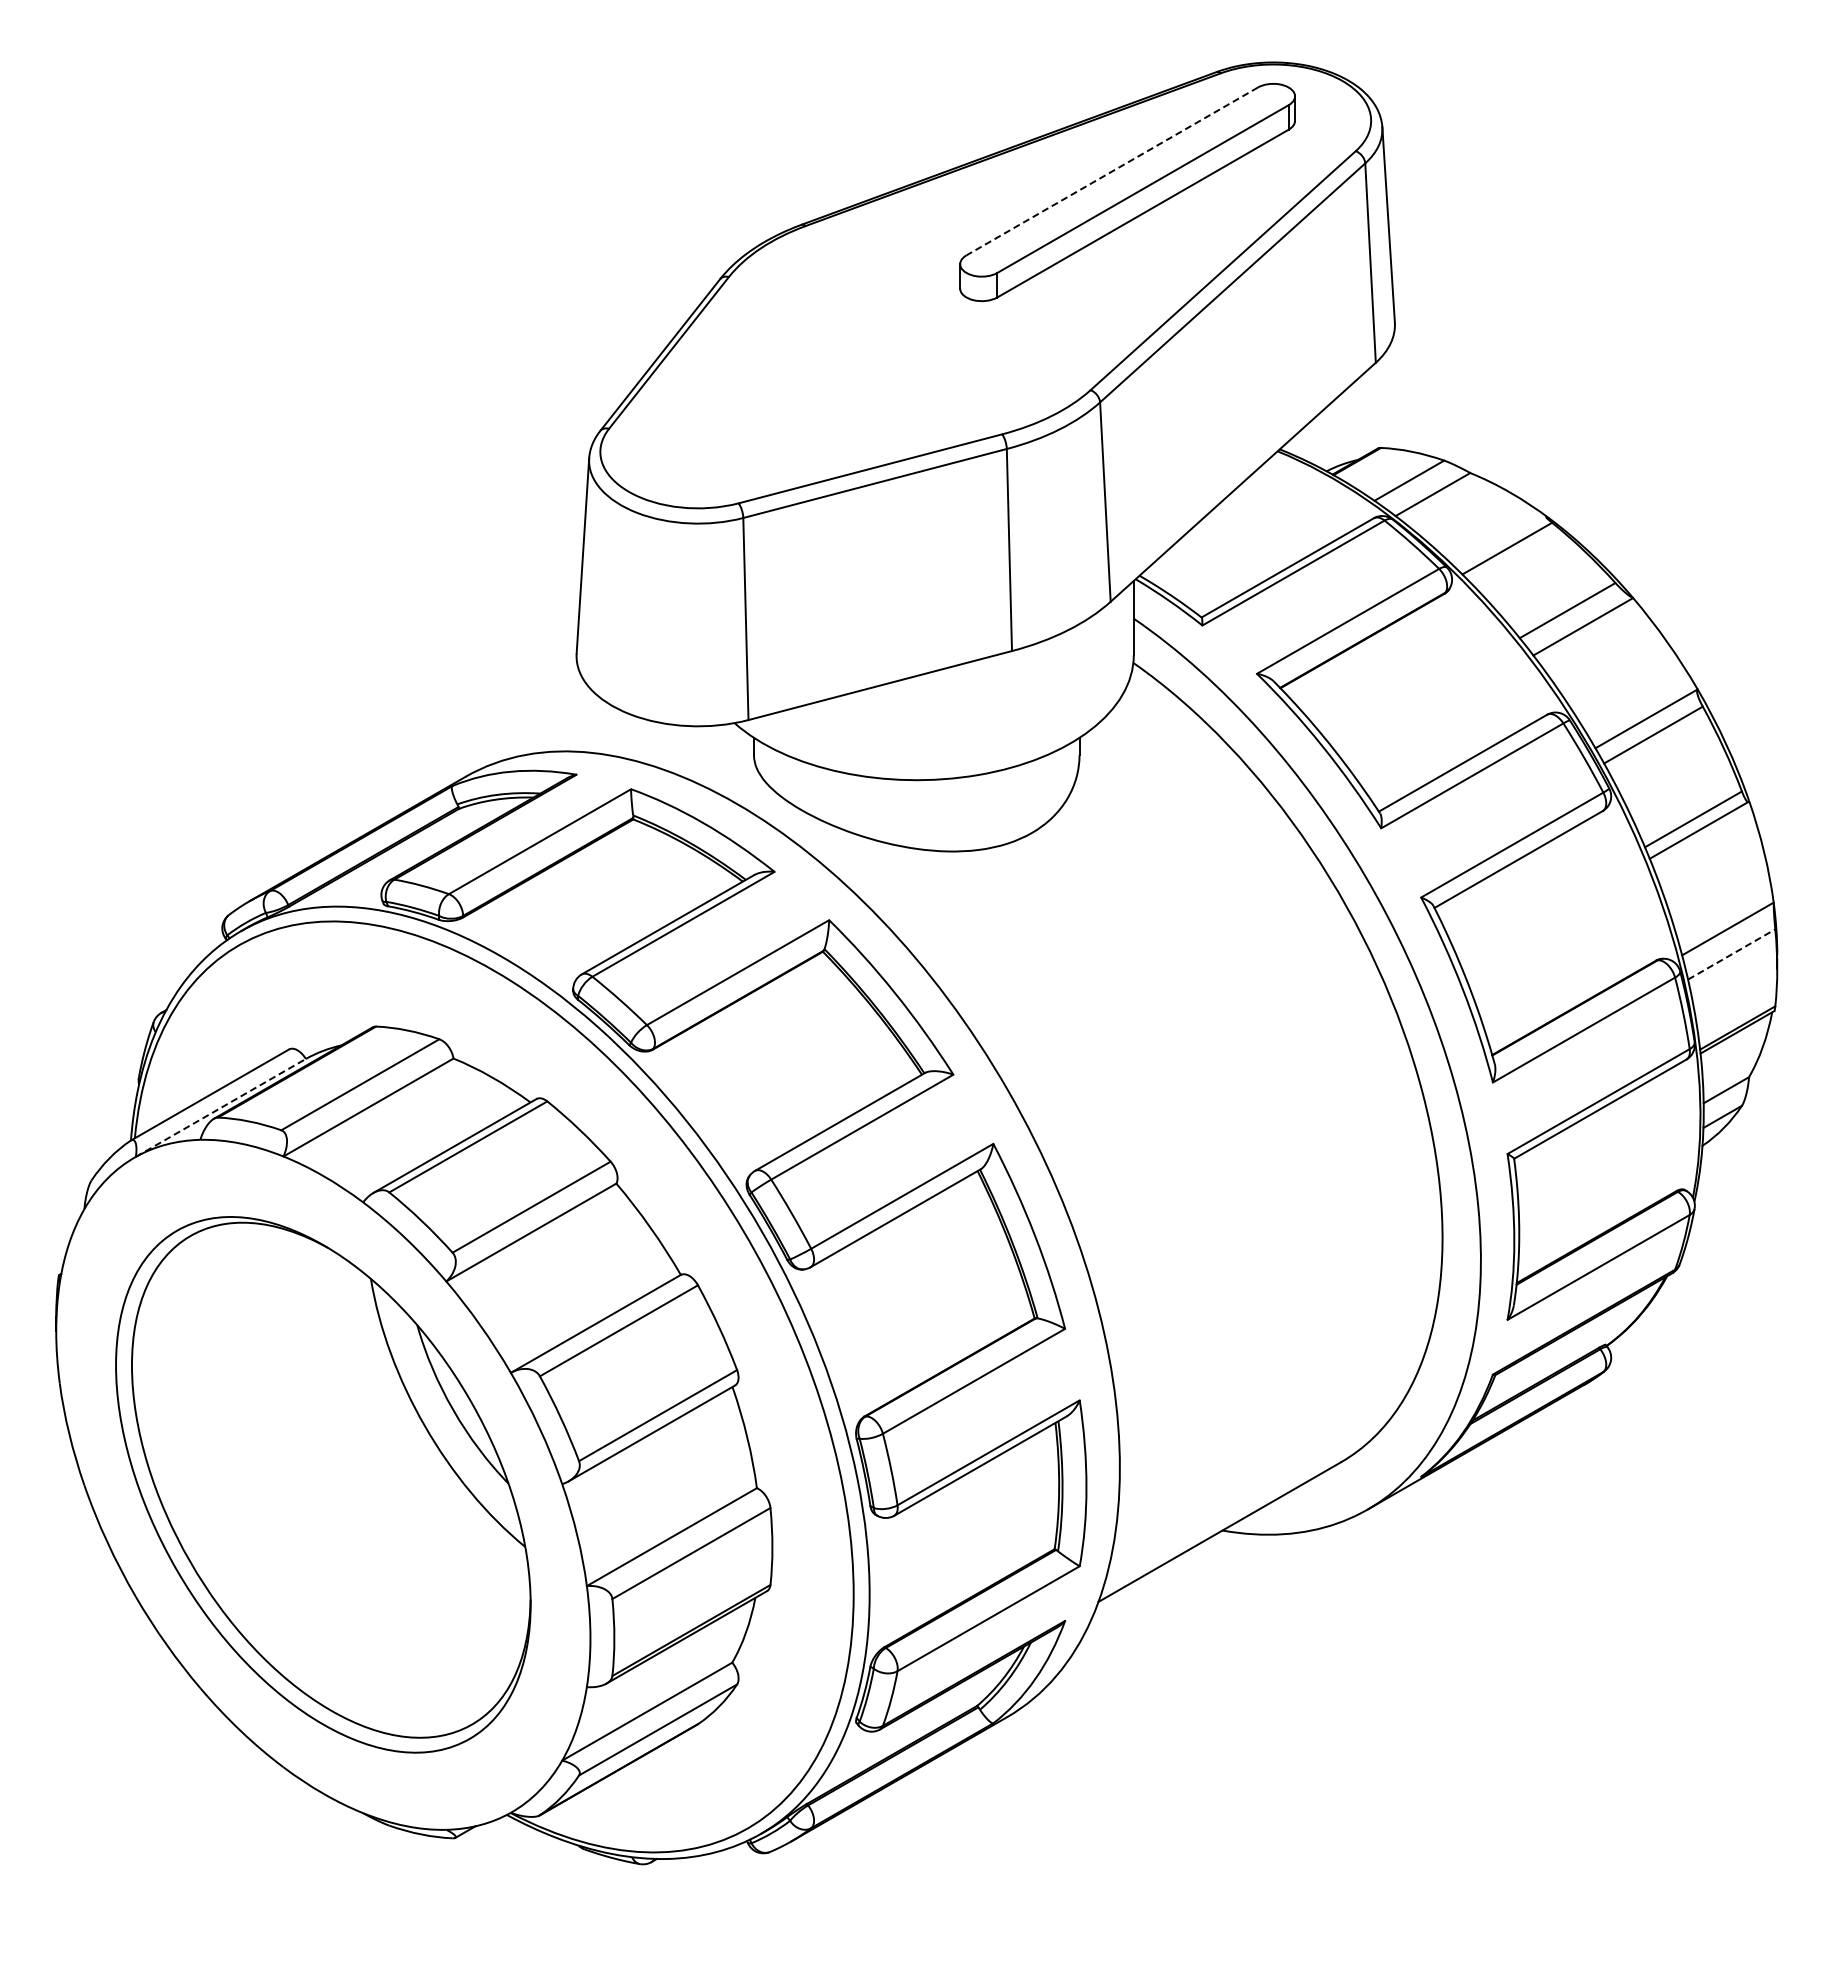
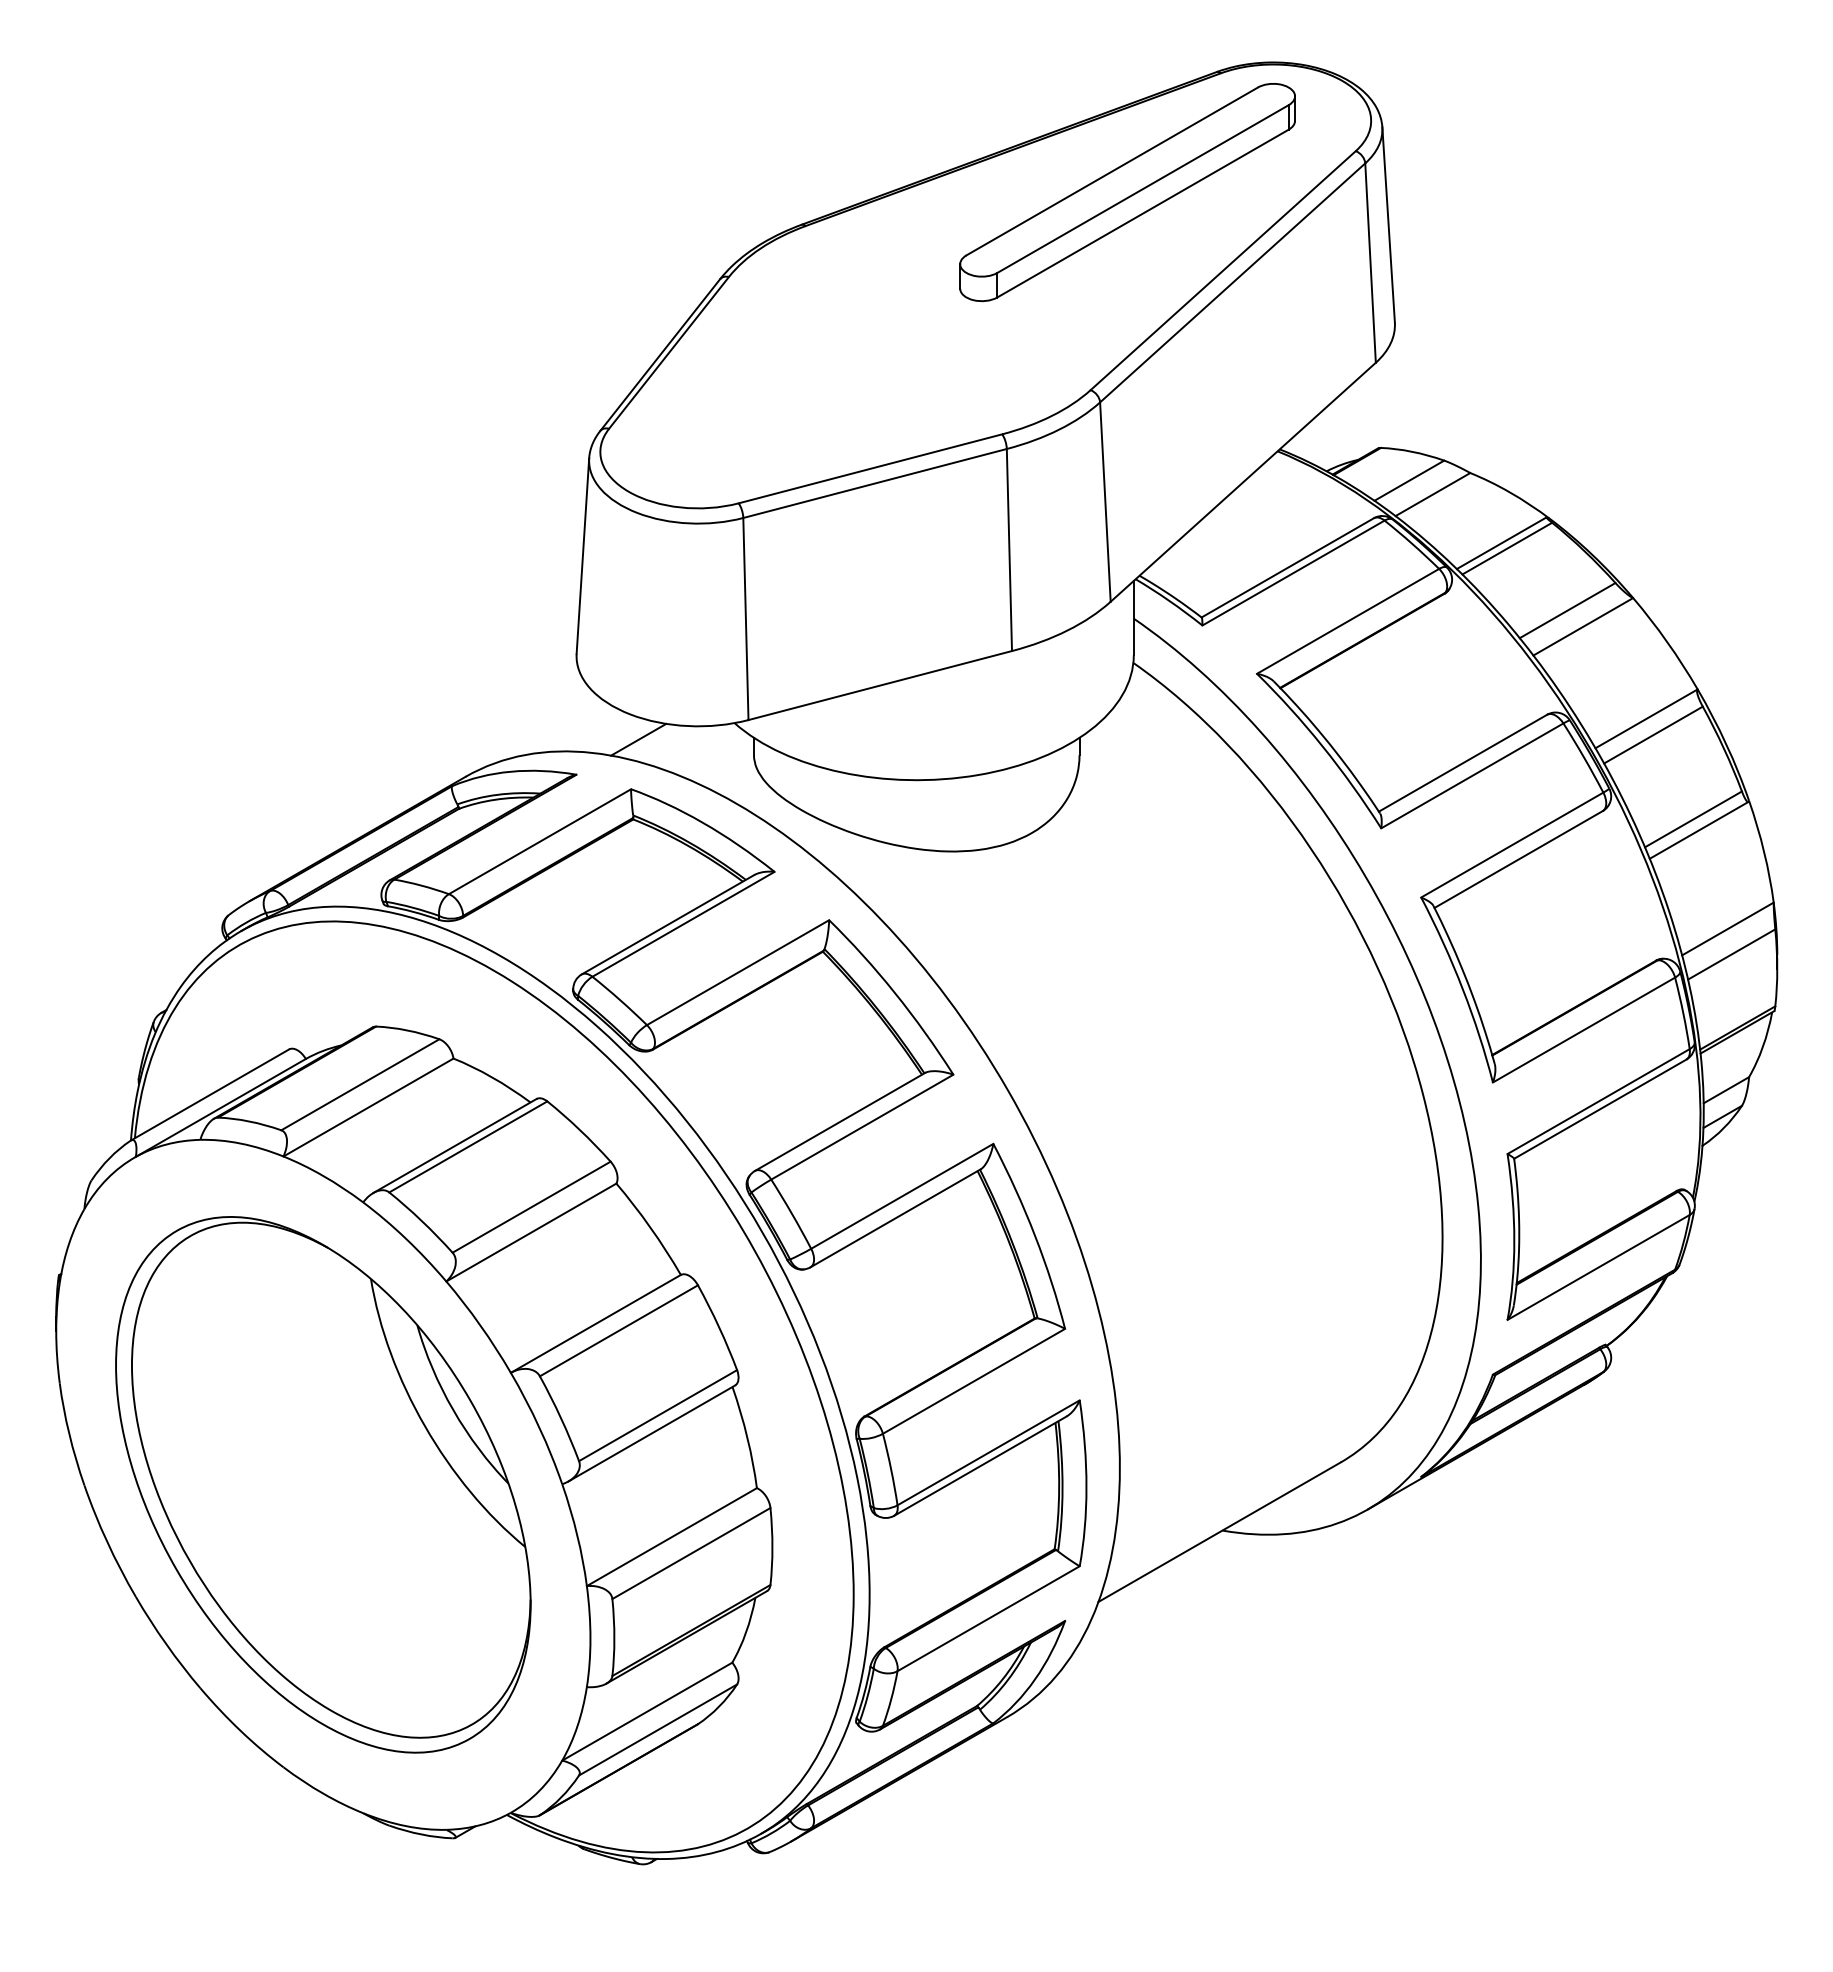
line at (1111, 171): dashed -> solid
line at (1501, 543): none -> present
line at (638, 739): none -> present
line at (1732, 954): dashed -> solid
line at (221, 1107): dashed -> solid
